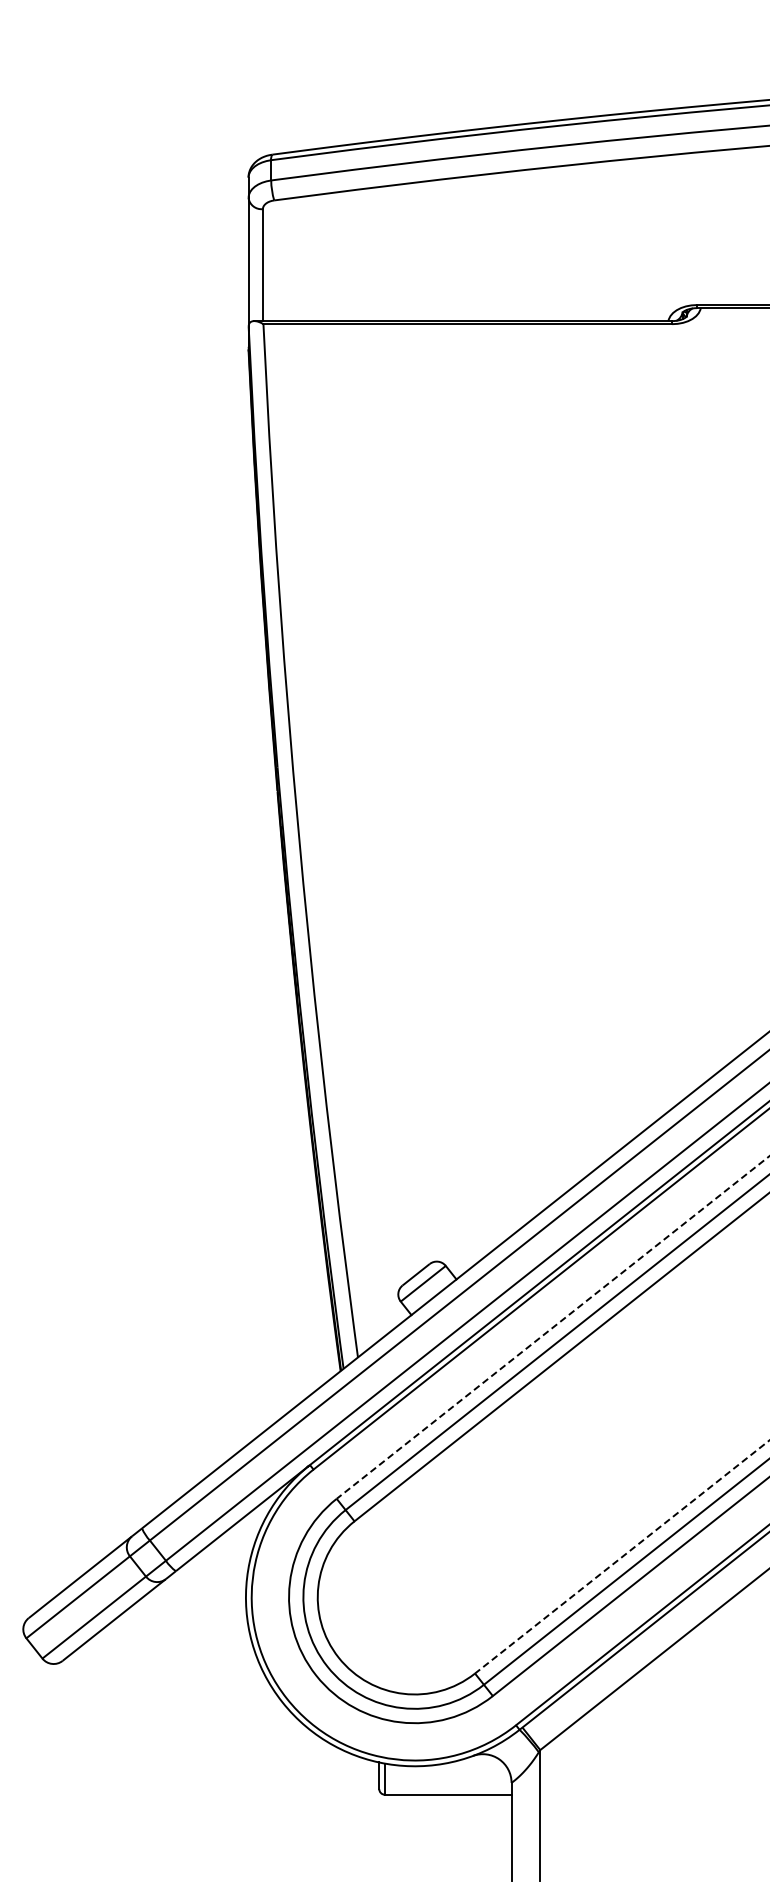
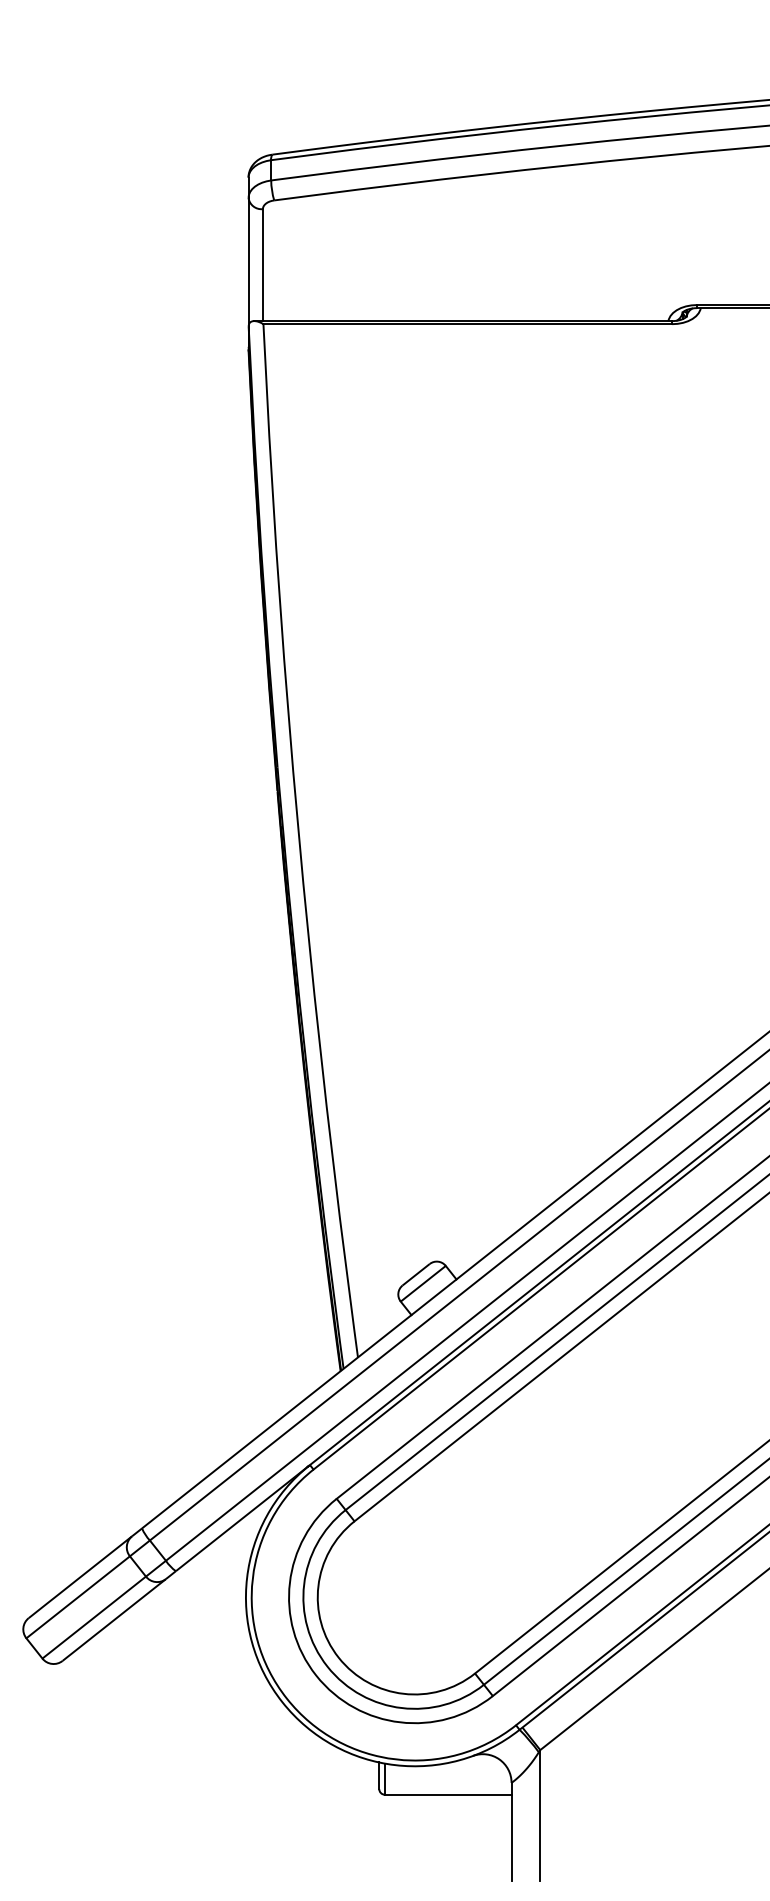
line at (552, 1327): dashed -> solid
line at (622, 1556): dashed -> solid
